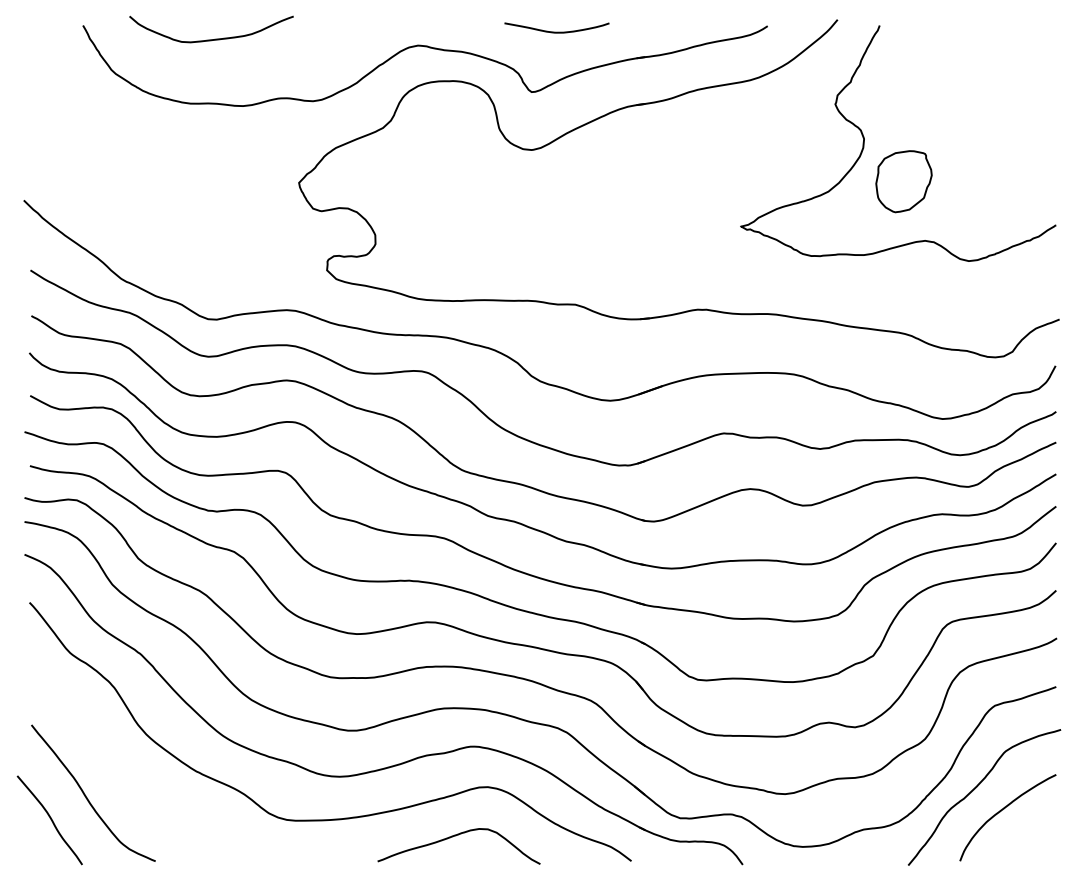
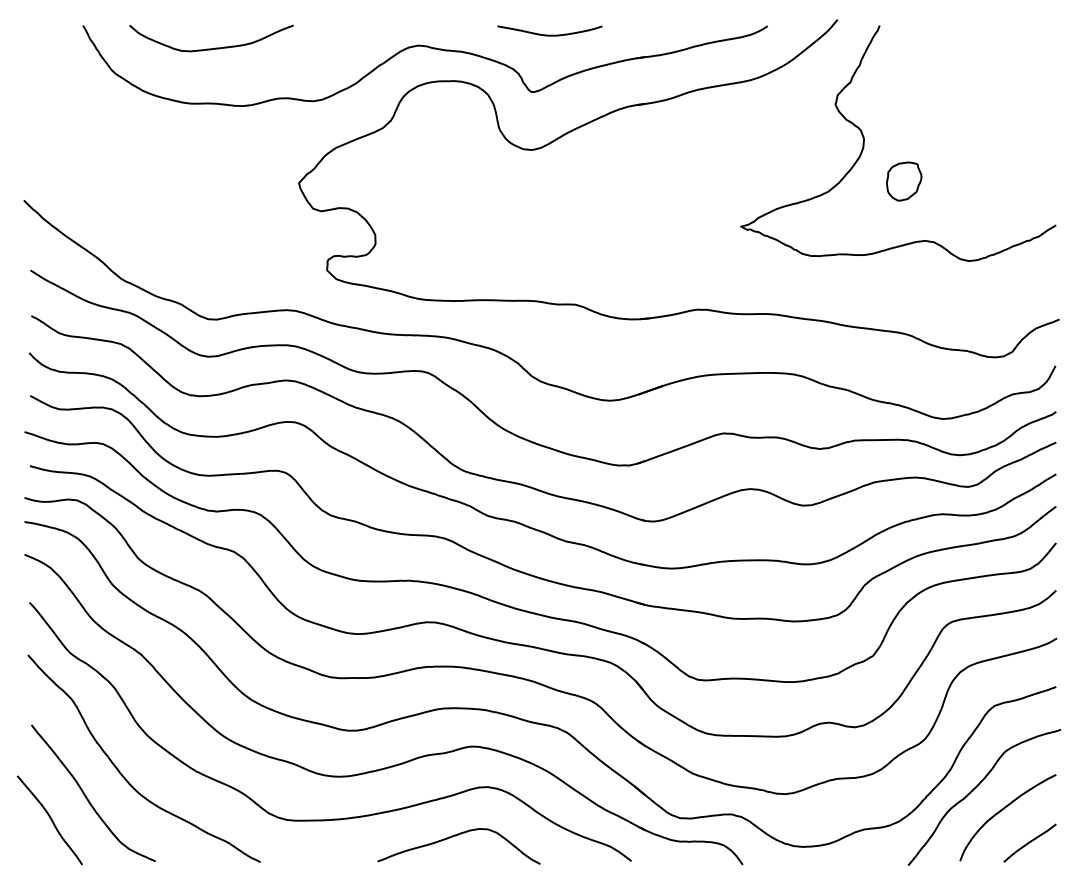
curve at (556, 31) position: (556, 31) -> (549, 34)
curve at (215, 38) position: (215, 38) -> (215, 47)
part at (903, 181) size: 58x64 px -> 37x41 px
curve at (124, 776): none -> present
curve at (1029, 842): none -> present
